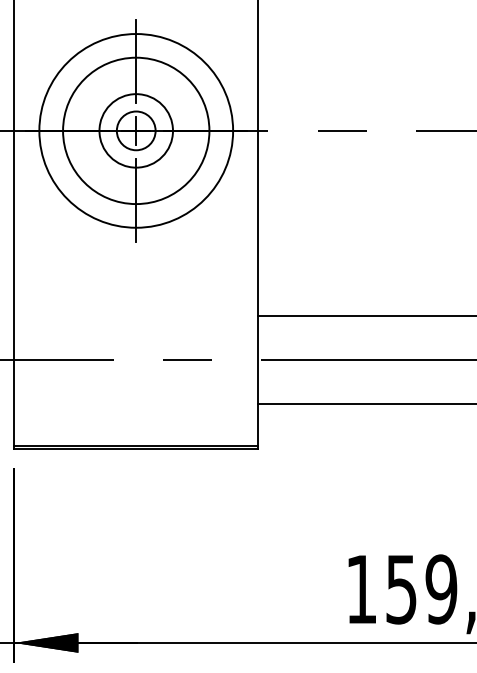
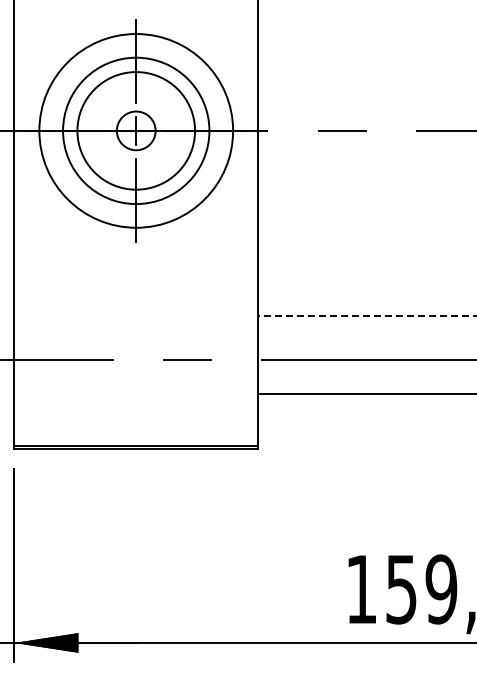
circle at (136, 130) diameter: 74 px -> 118 px
line at (366, 315): solid -> dashed
line at (365, 404) position: (365, 404) -> (365, 394)
